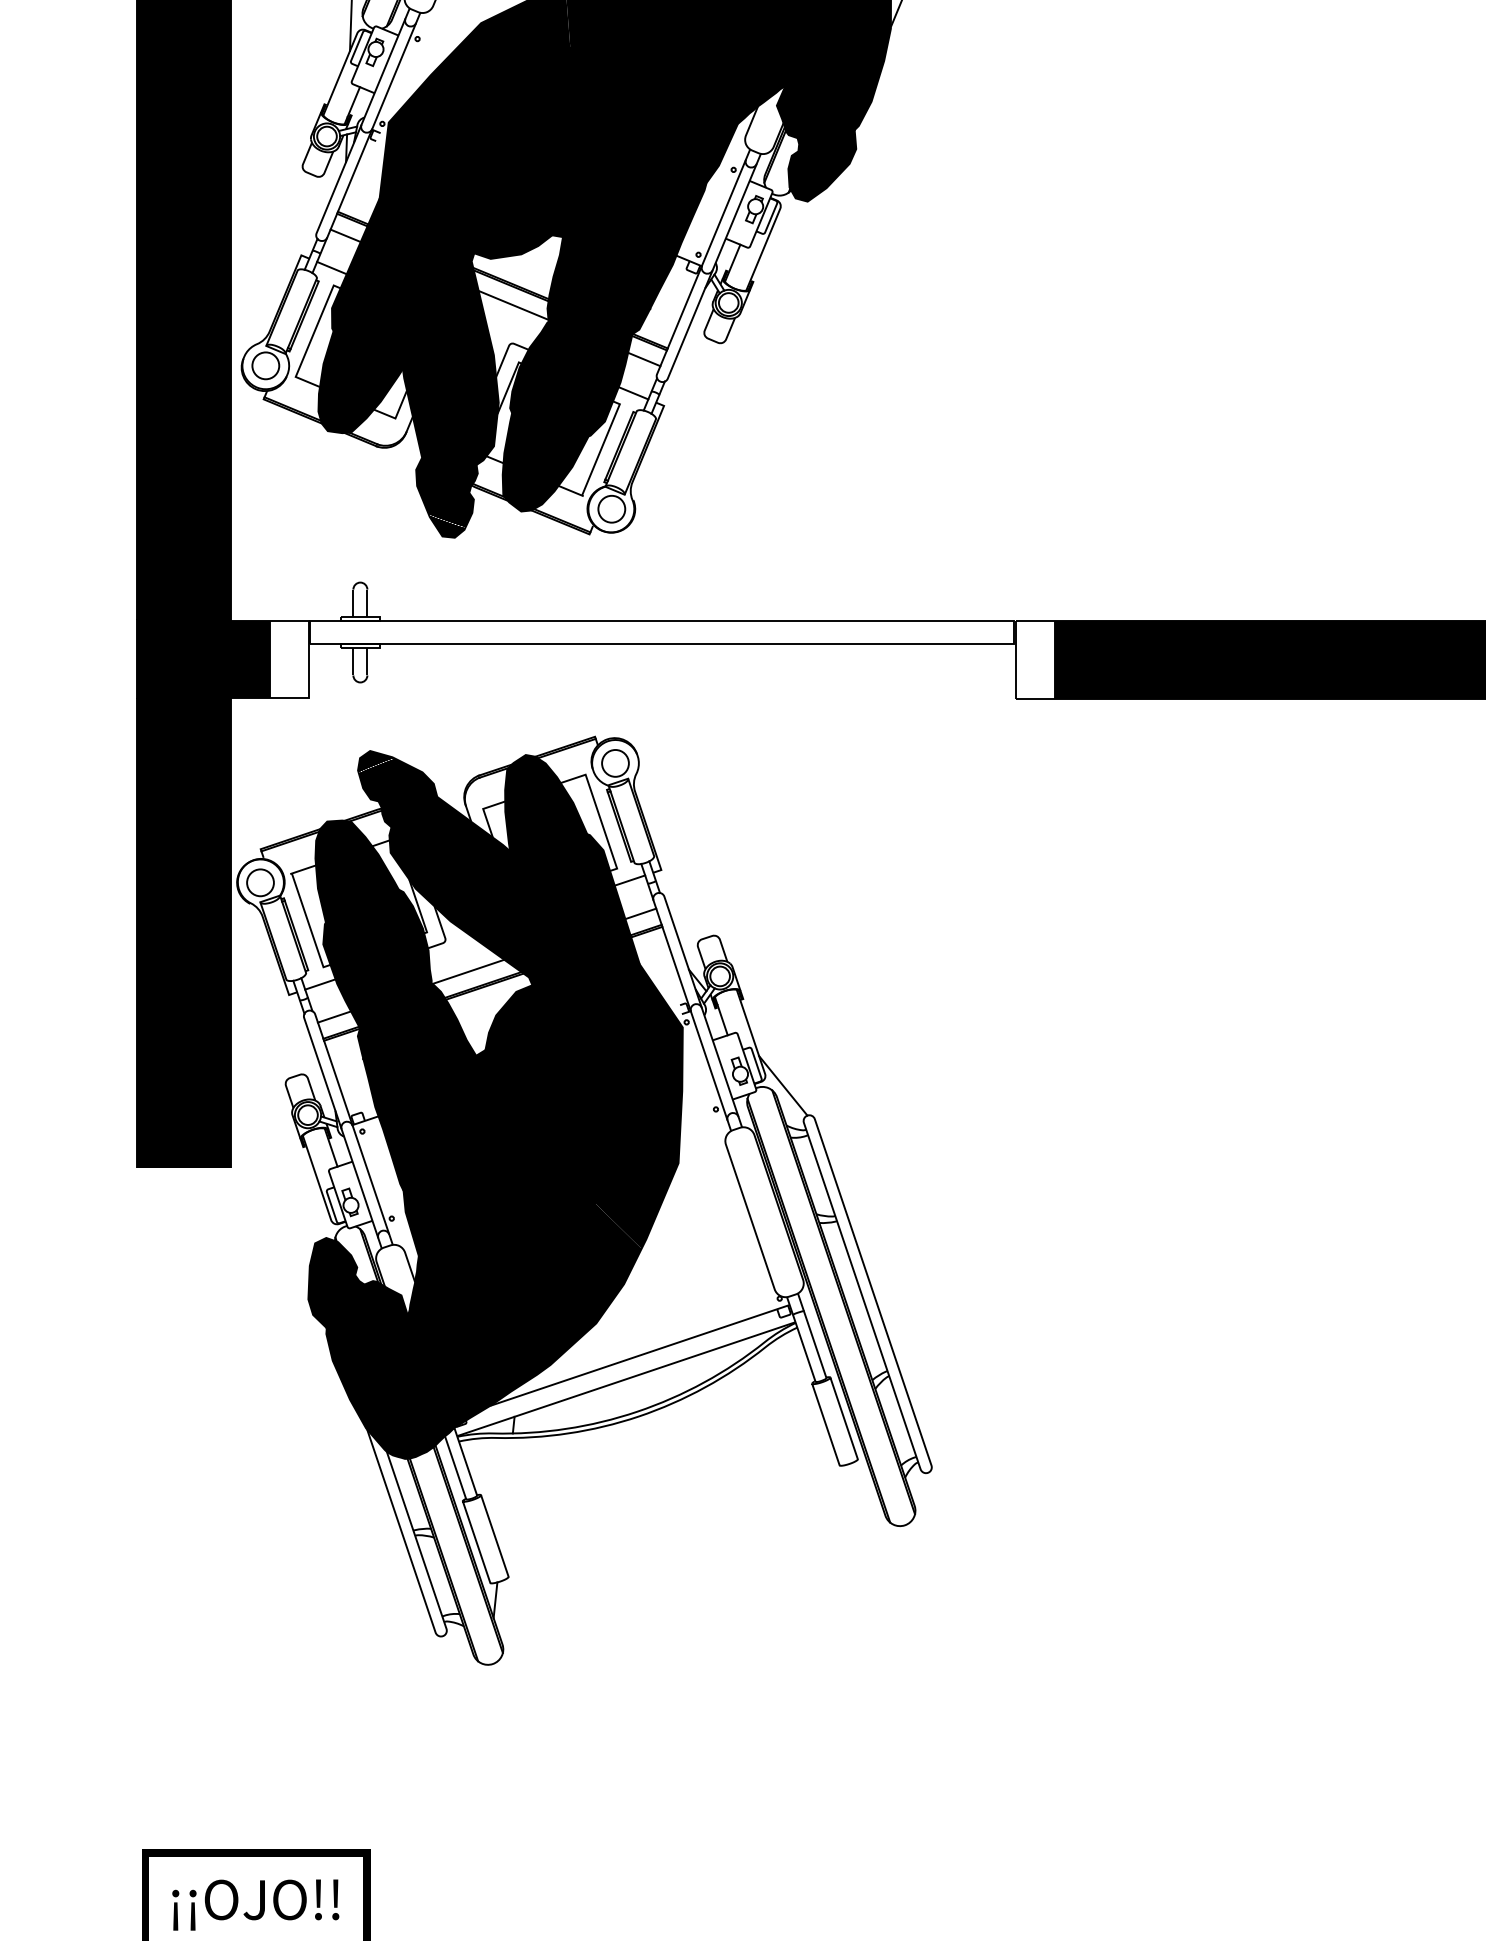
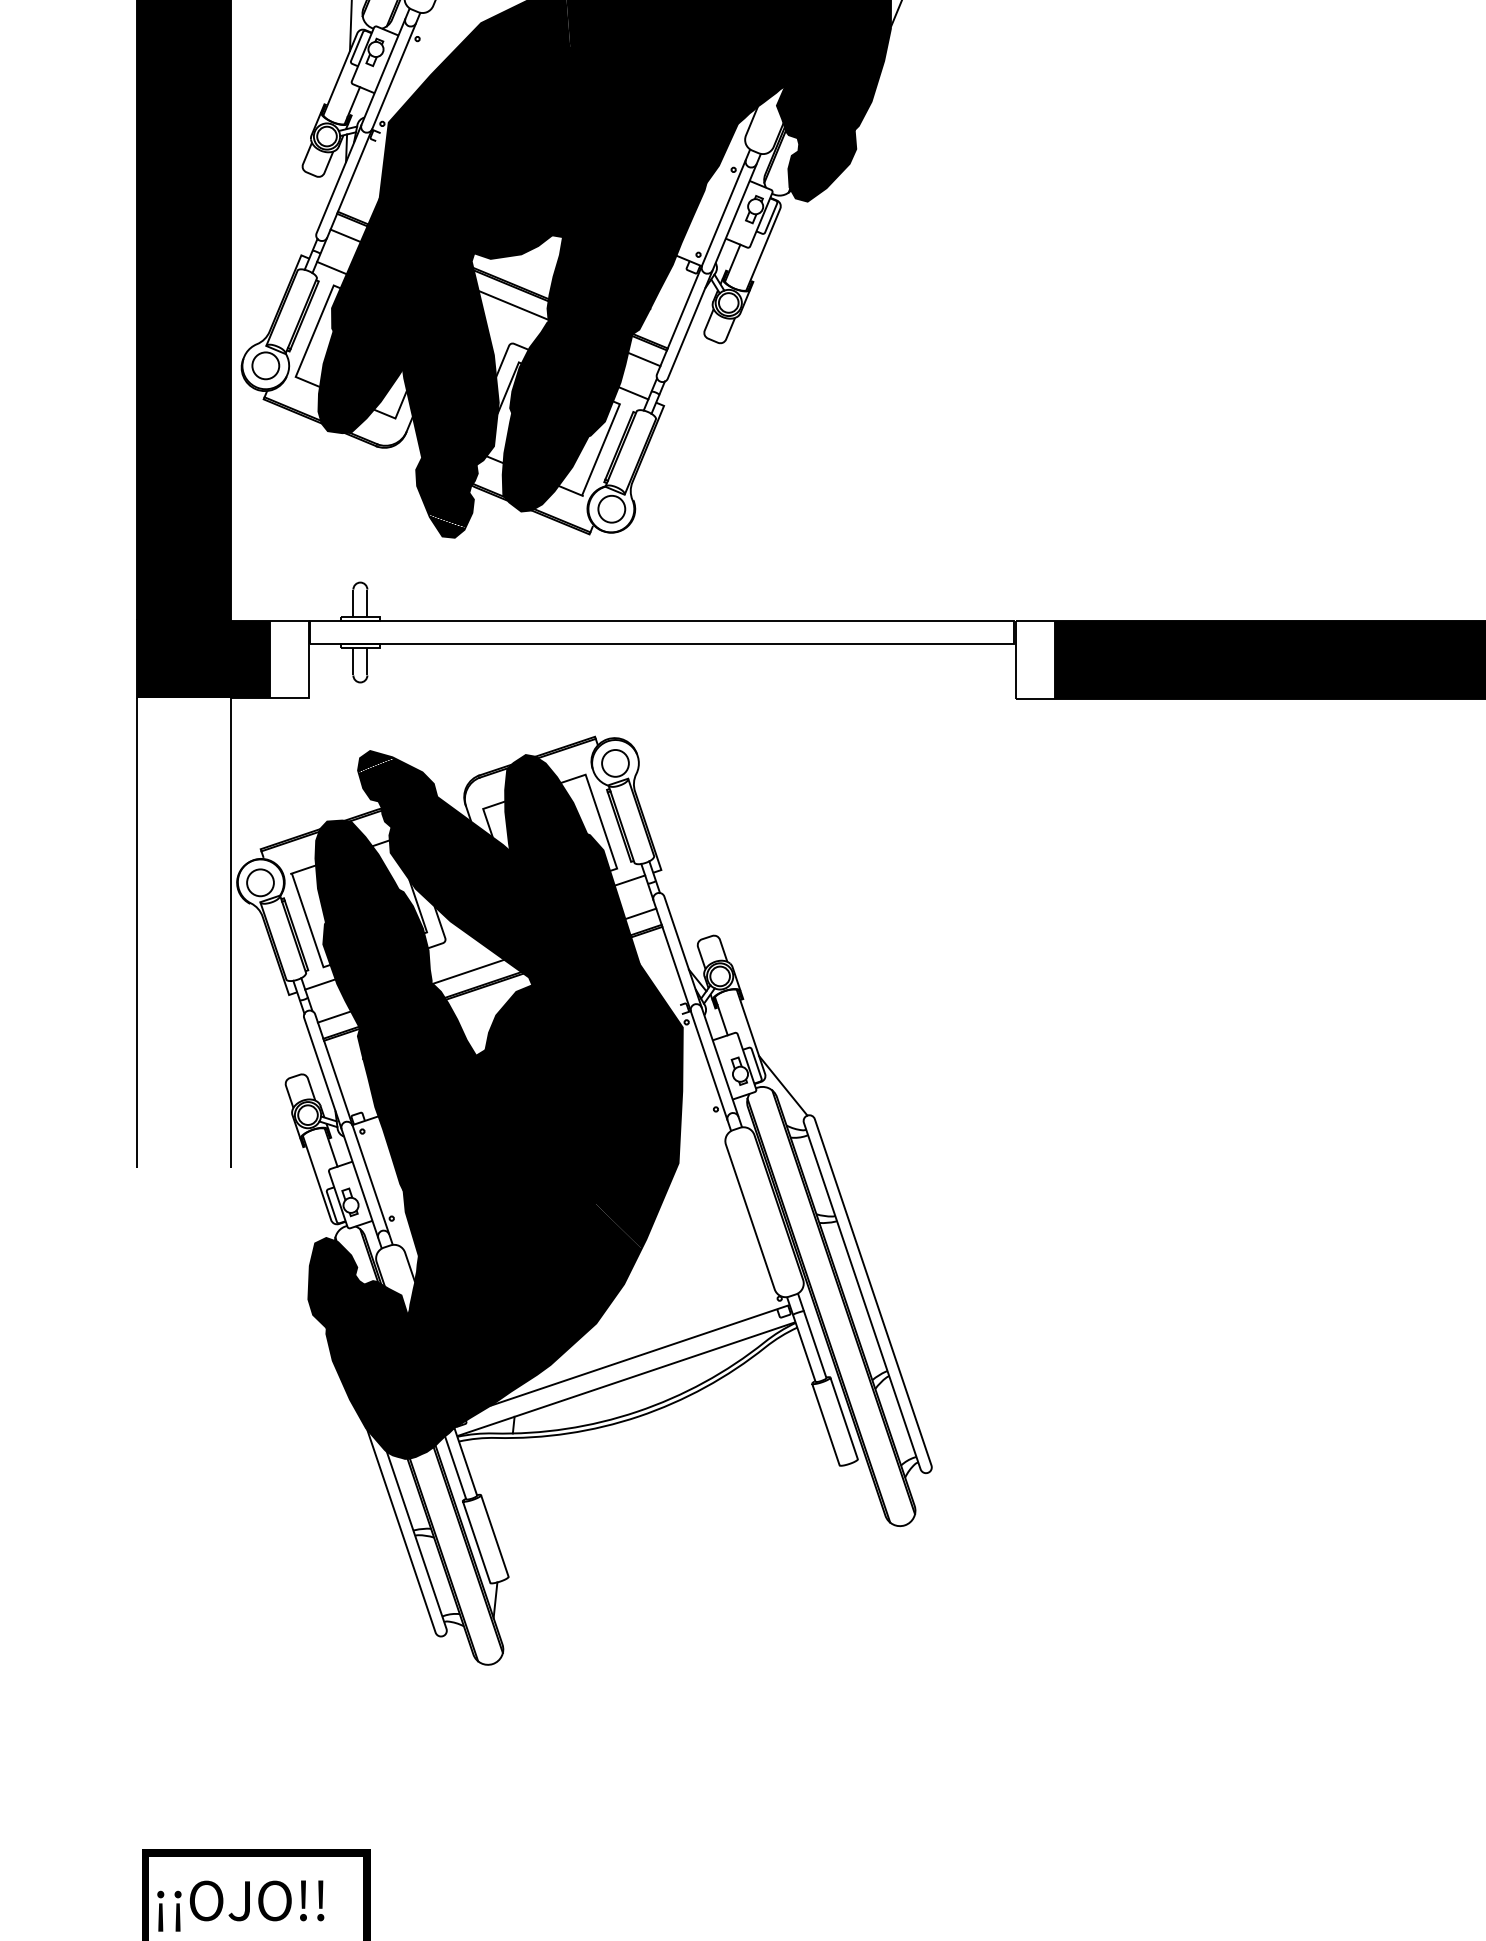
fill at (183, 932): present -> none
text at (255, 1904) position: (255, 1904) -> (240, 1905)
